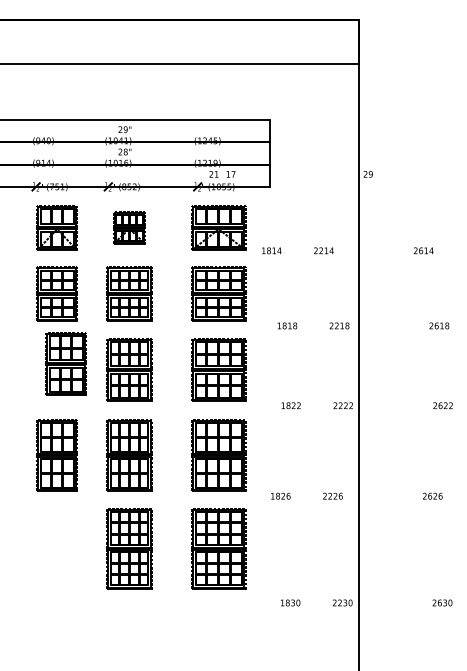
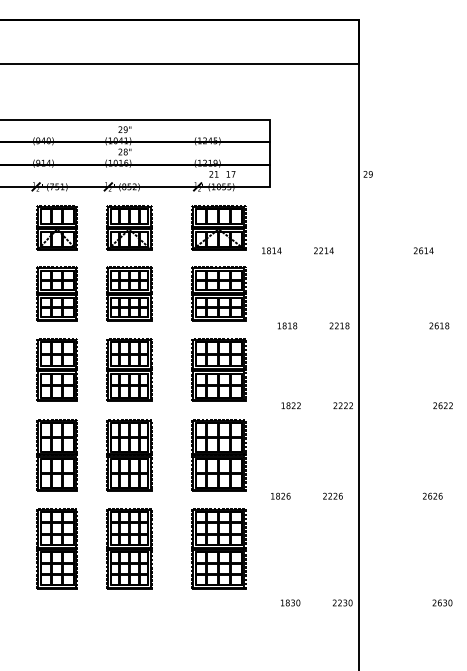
part at (129, 227) size: 33x34 px -> 47x46 px
part at (65, 363) position: (65, 363) -> (56, 369)
part at (56, 548): none -> present
